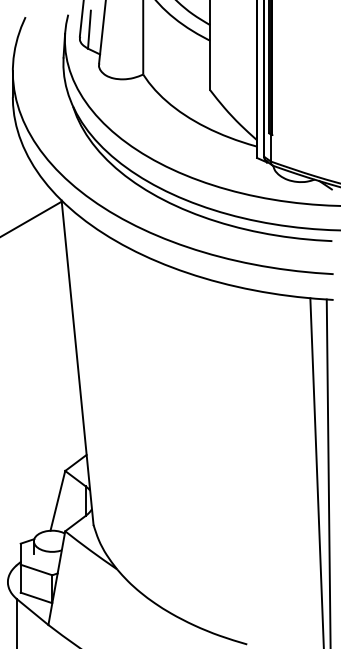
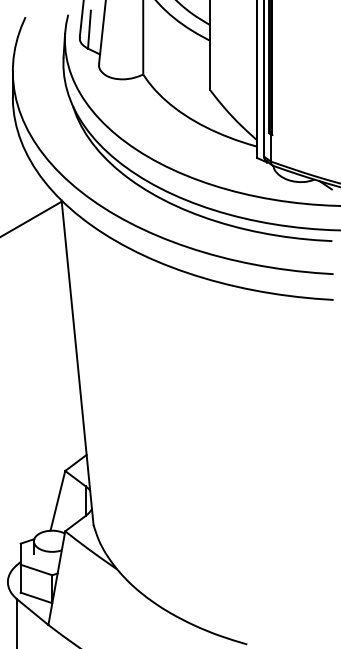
line at (316, 471): present -> none
line at (328, 472): present -> none
